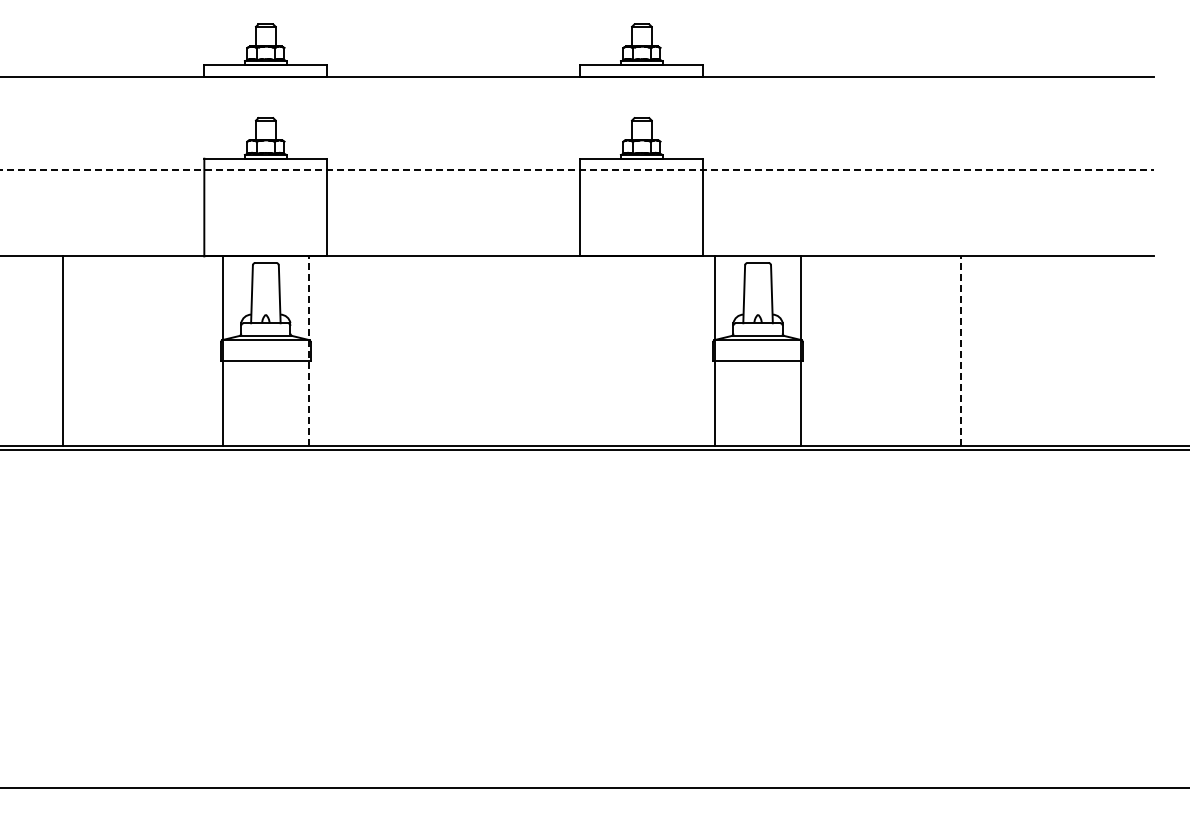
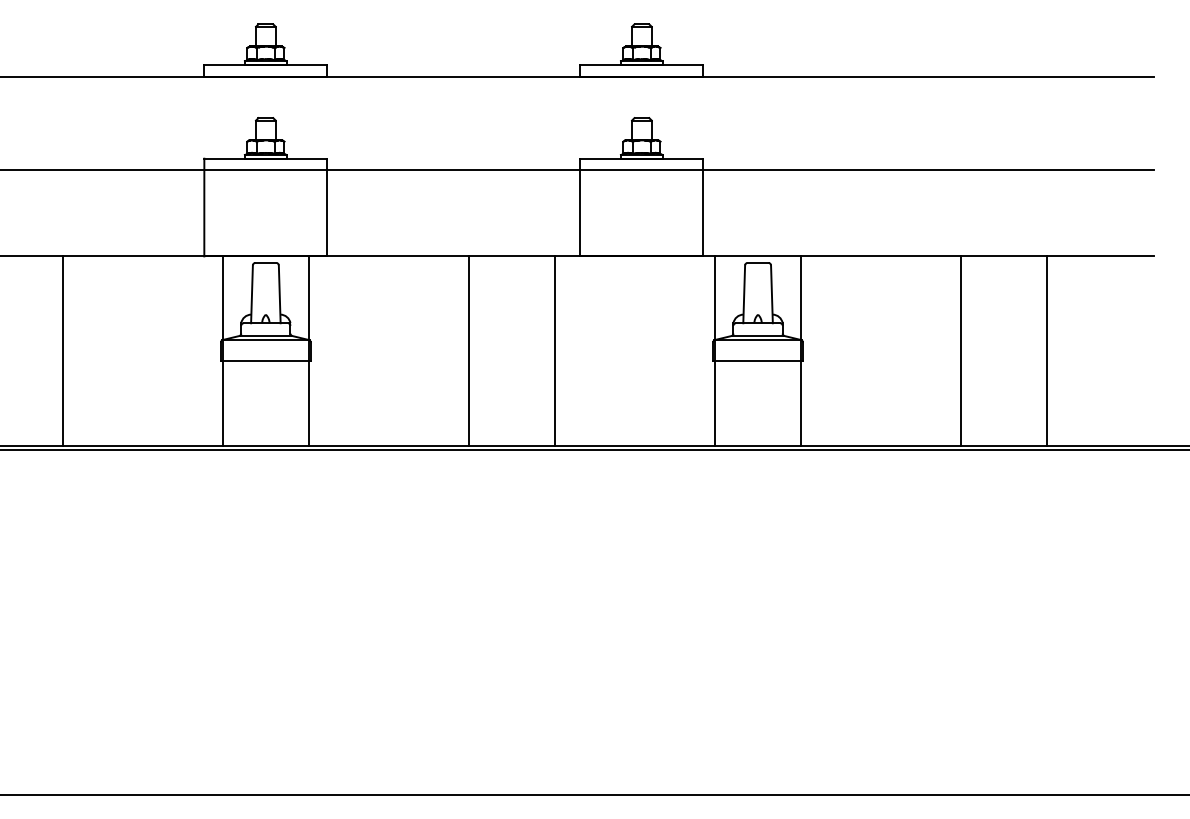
line at (577, 170): dashed -> solid
line at (468, 350): none -> present
line at (555, 350): none -> present
line at (1047, 350): none -> present
line at (308, 351): dashed -> solid
line at (961, 351): dashed -> solid
line at (594, 787) position: (594, 787) -> (594, 794)
